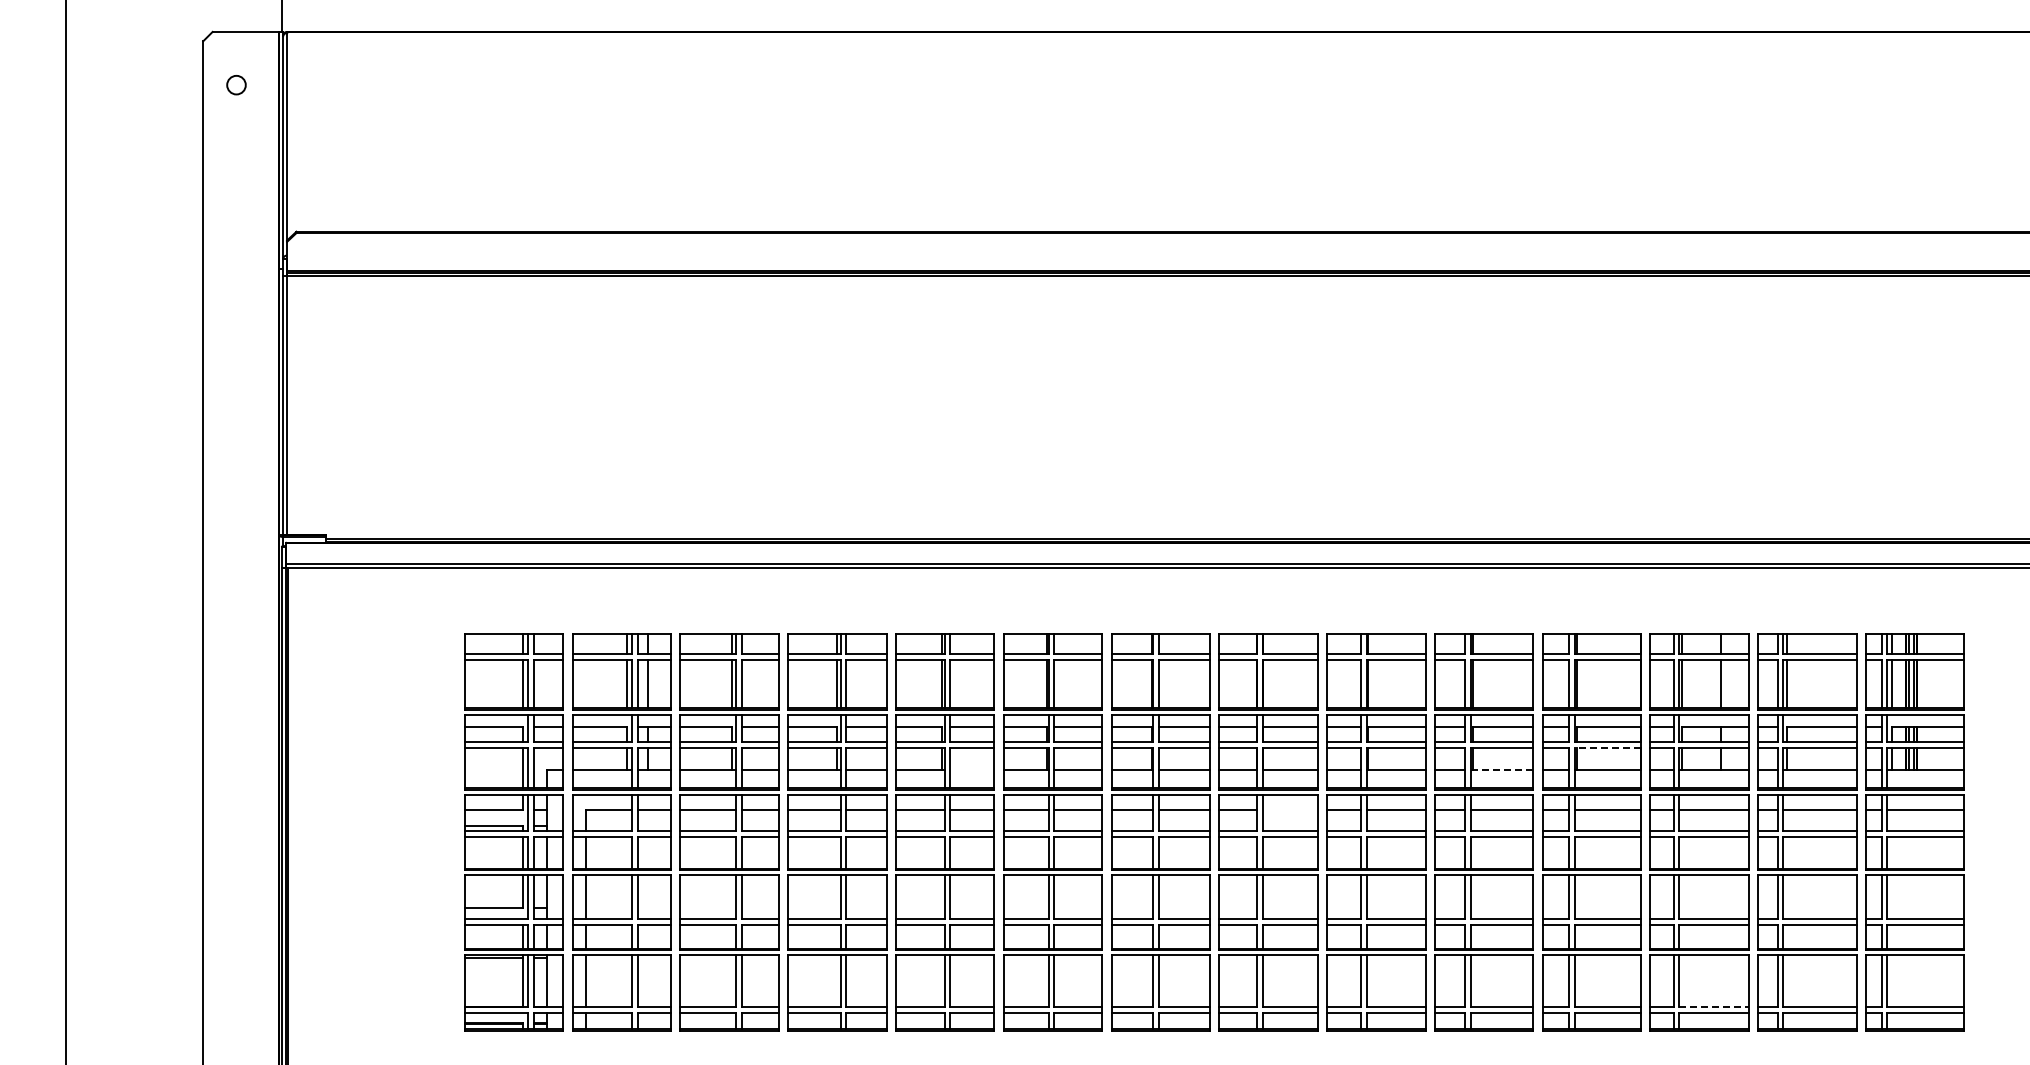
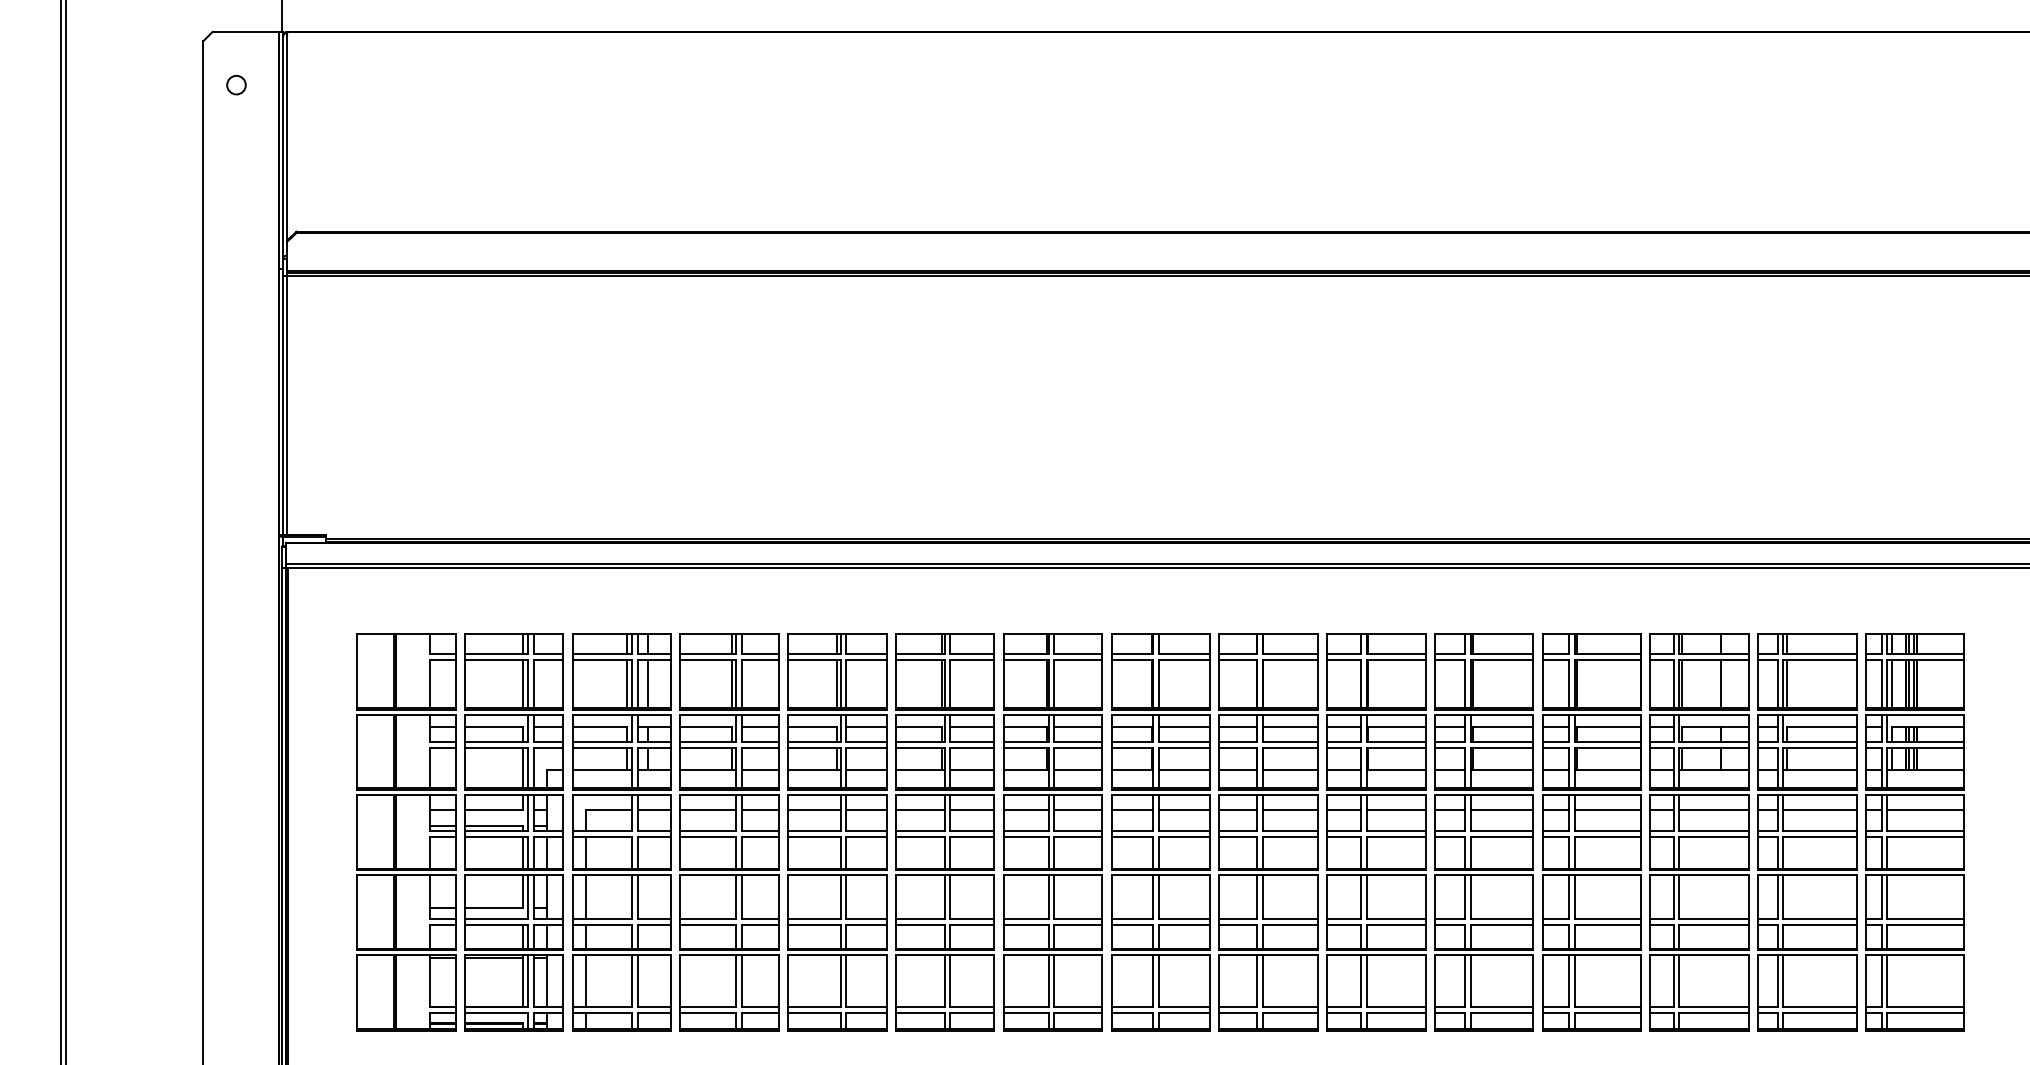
line at (60, 531): none -> present
line at (1607, 748): dashed -> solid
line at (972, 770): none -> present
line at (1502, 770): dashed -> solid
line at (1289, 810): none -> present
part at (406, 832): none -> present
line at (1714, 1007): dashed -> solid
